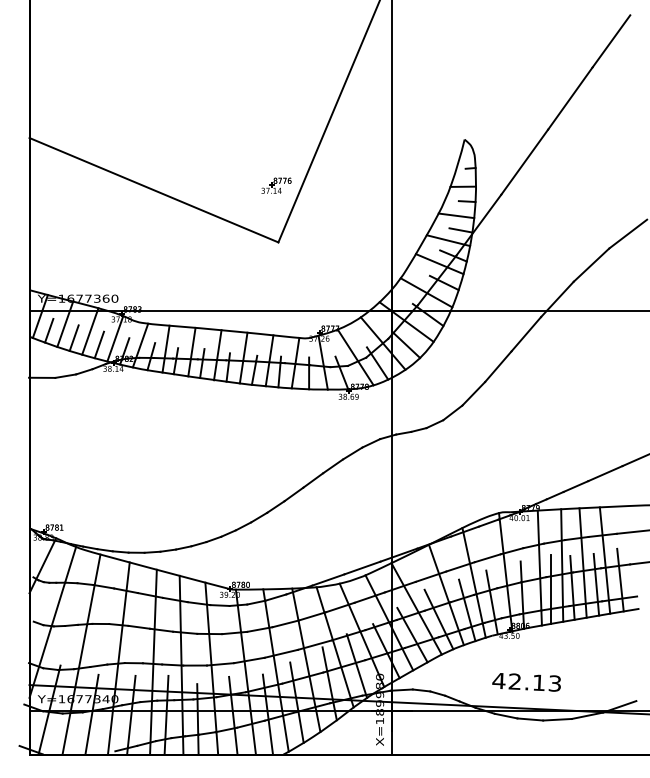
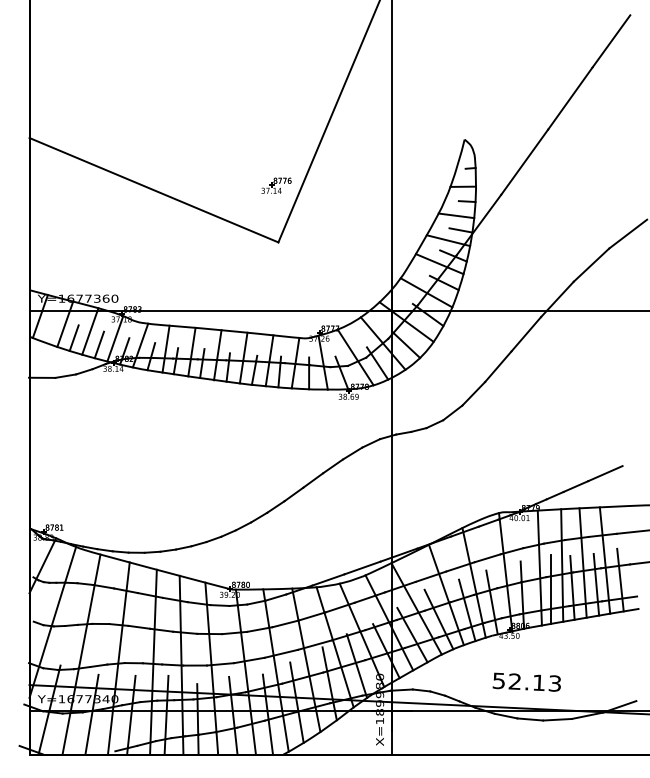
line at (49, 330): present -> none
line at (634, 460): present -> none
text at (498, 680): 42.13 -> 52.13
